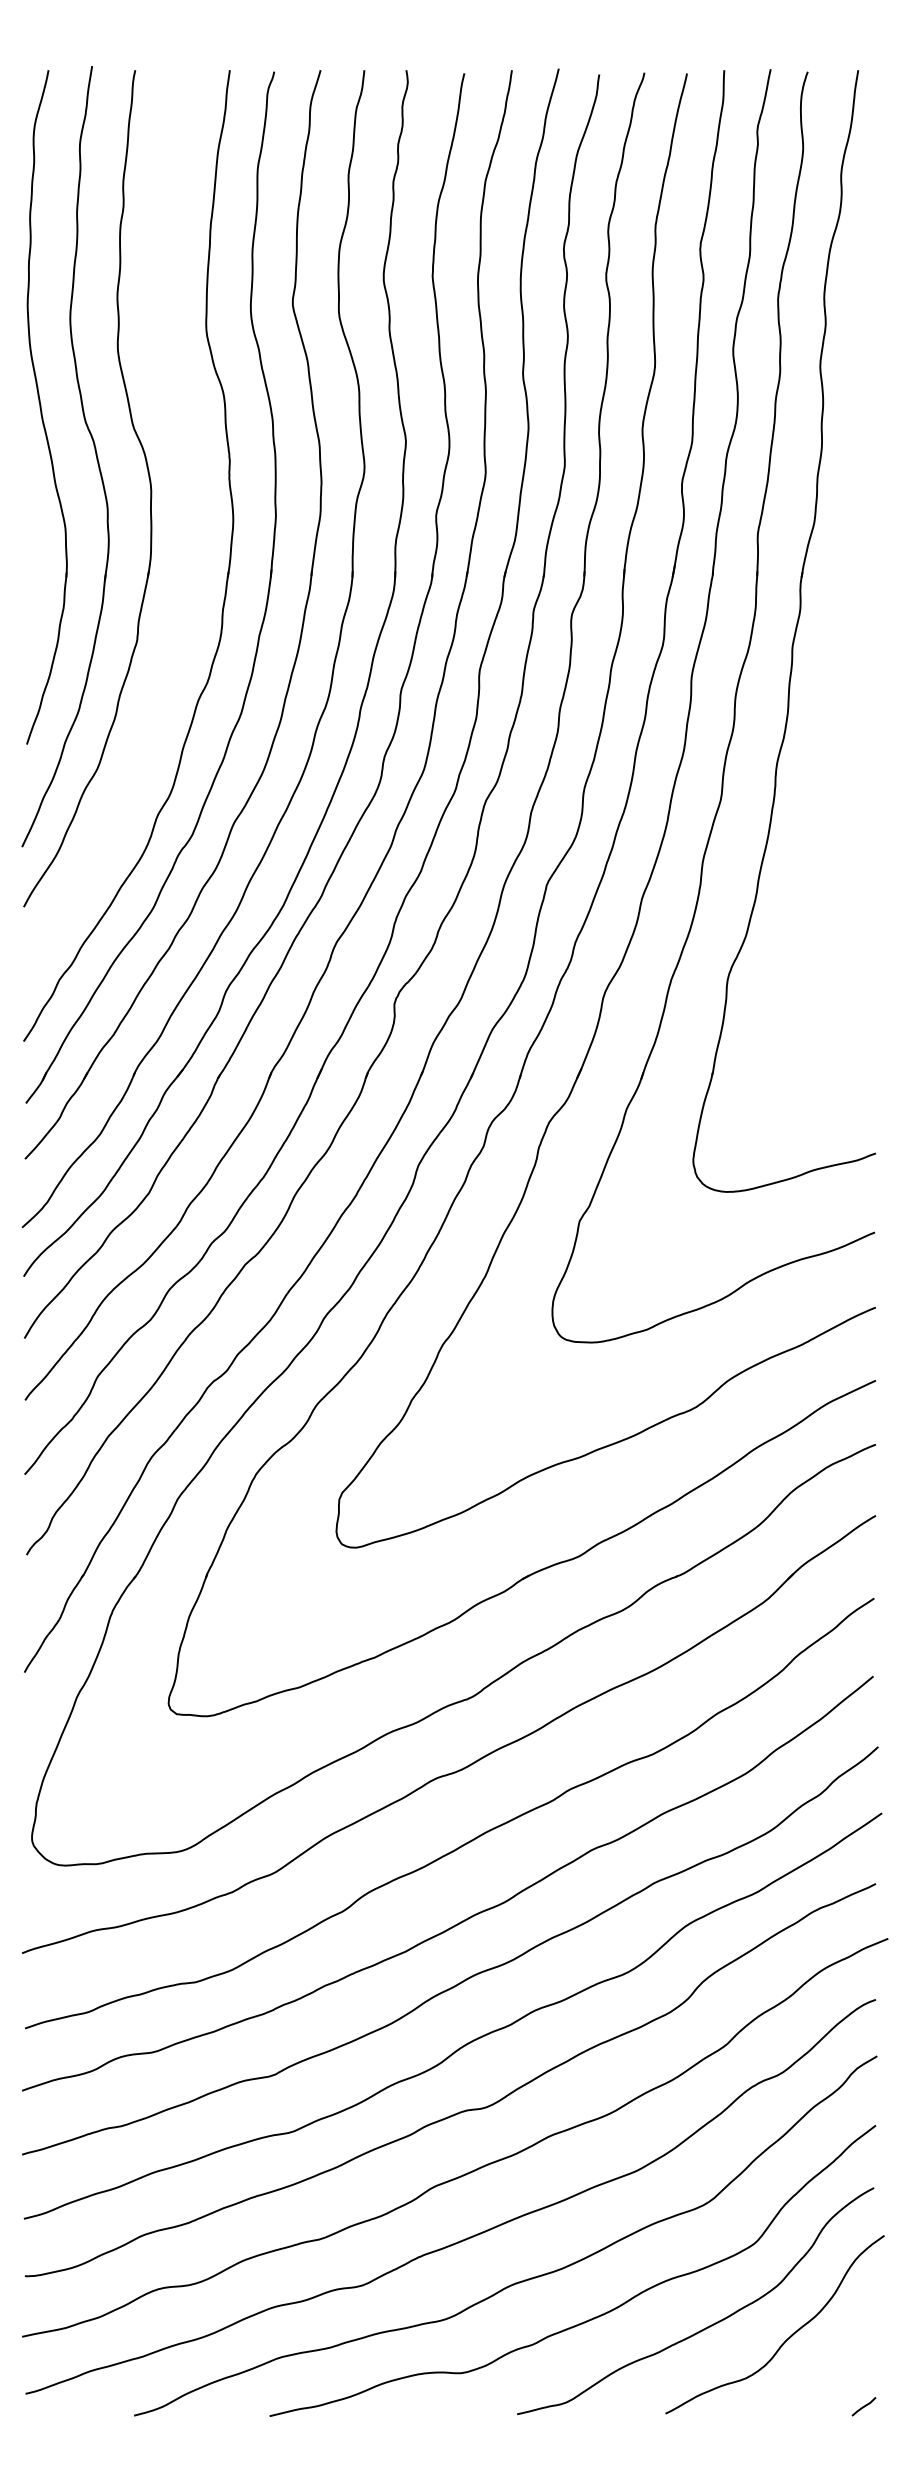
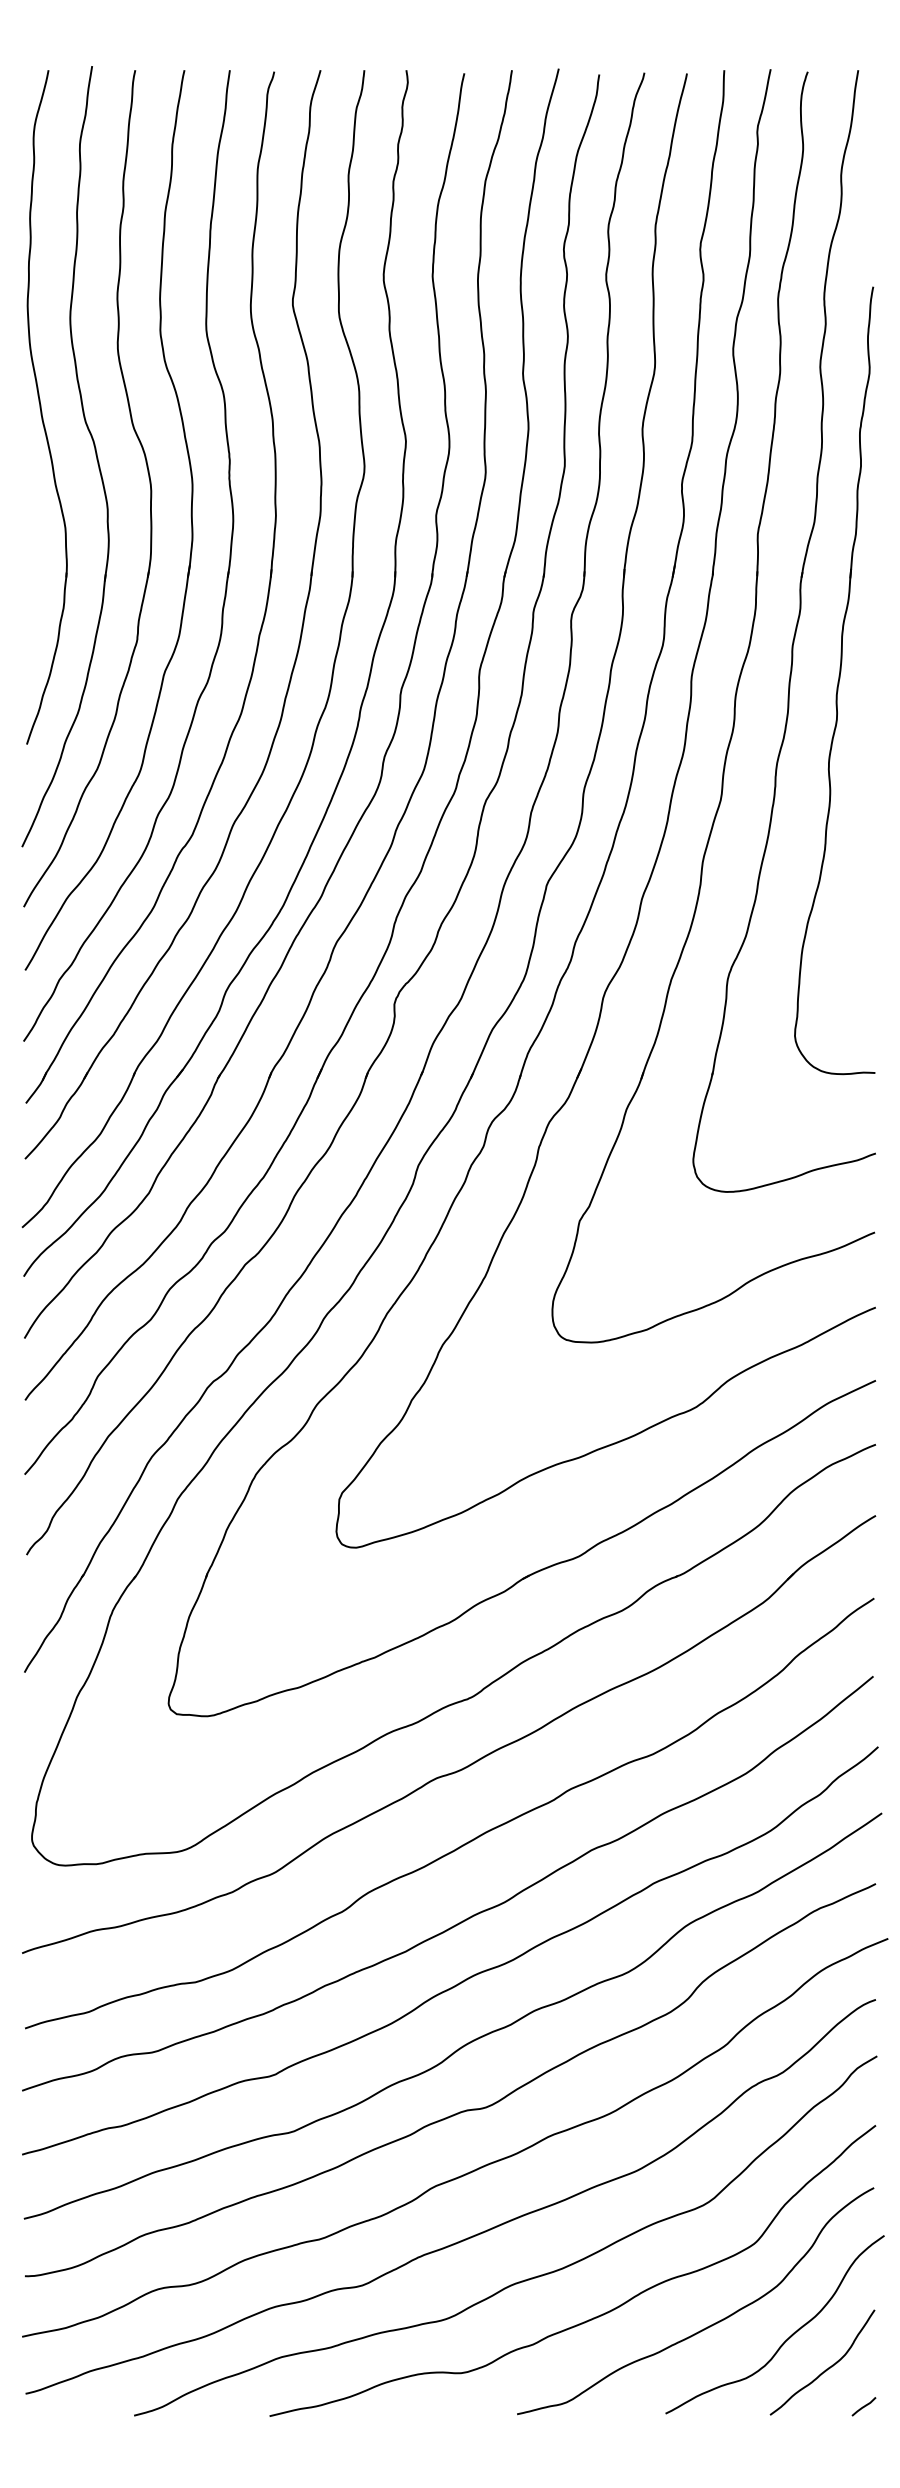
part at (190, 516): none -> present
part at (834, 680): none -> present
curve at (825, 2369): none -> present
